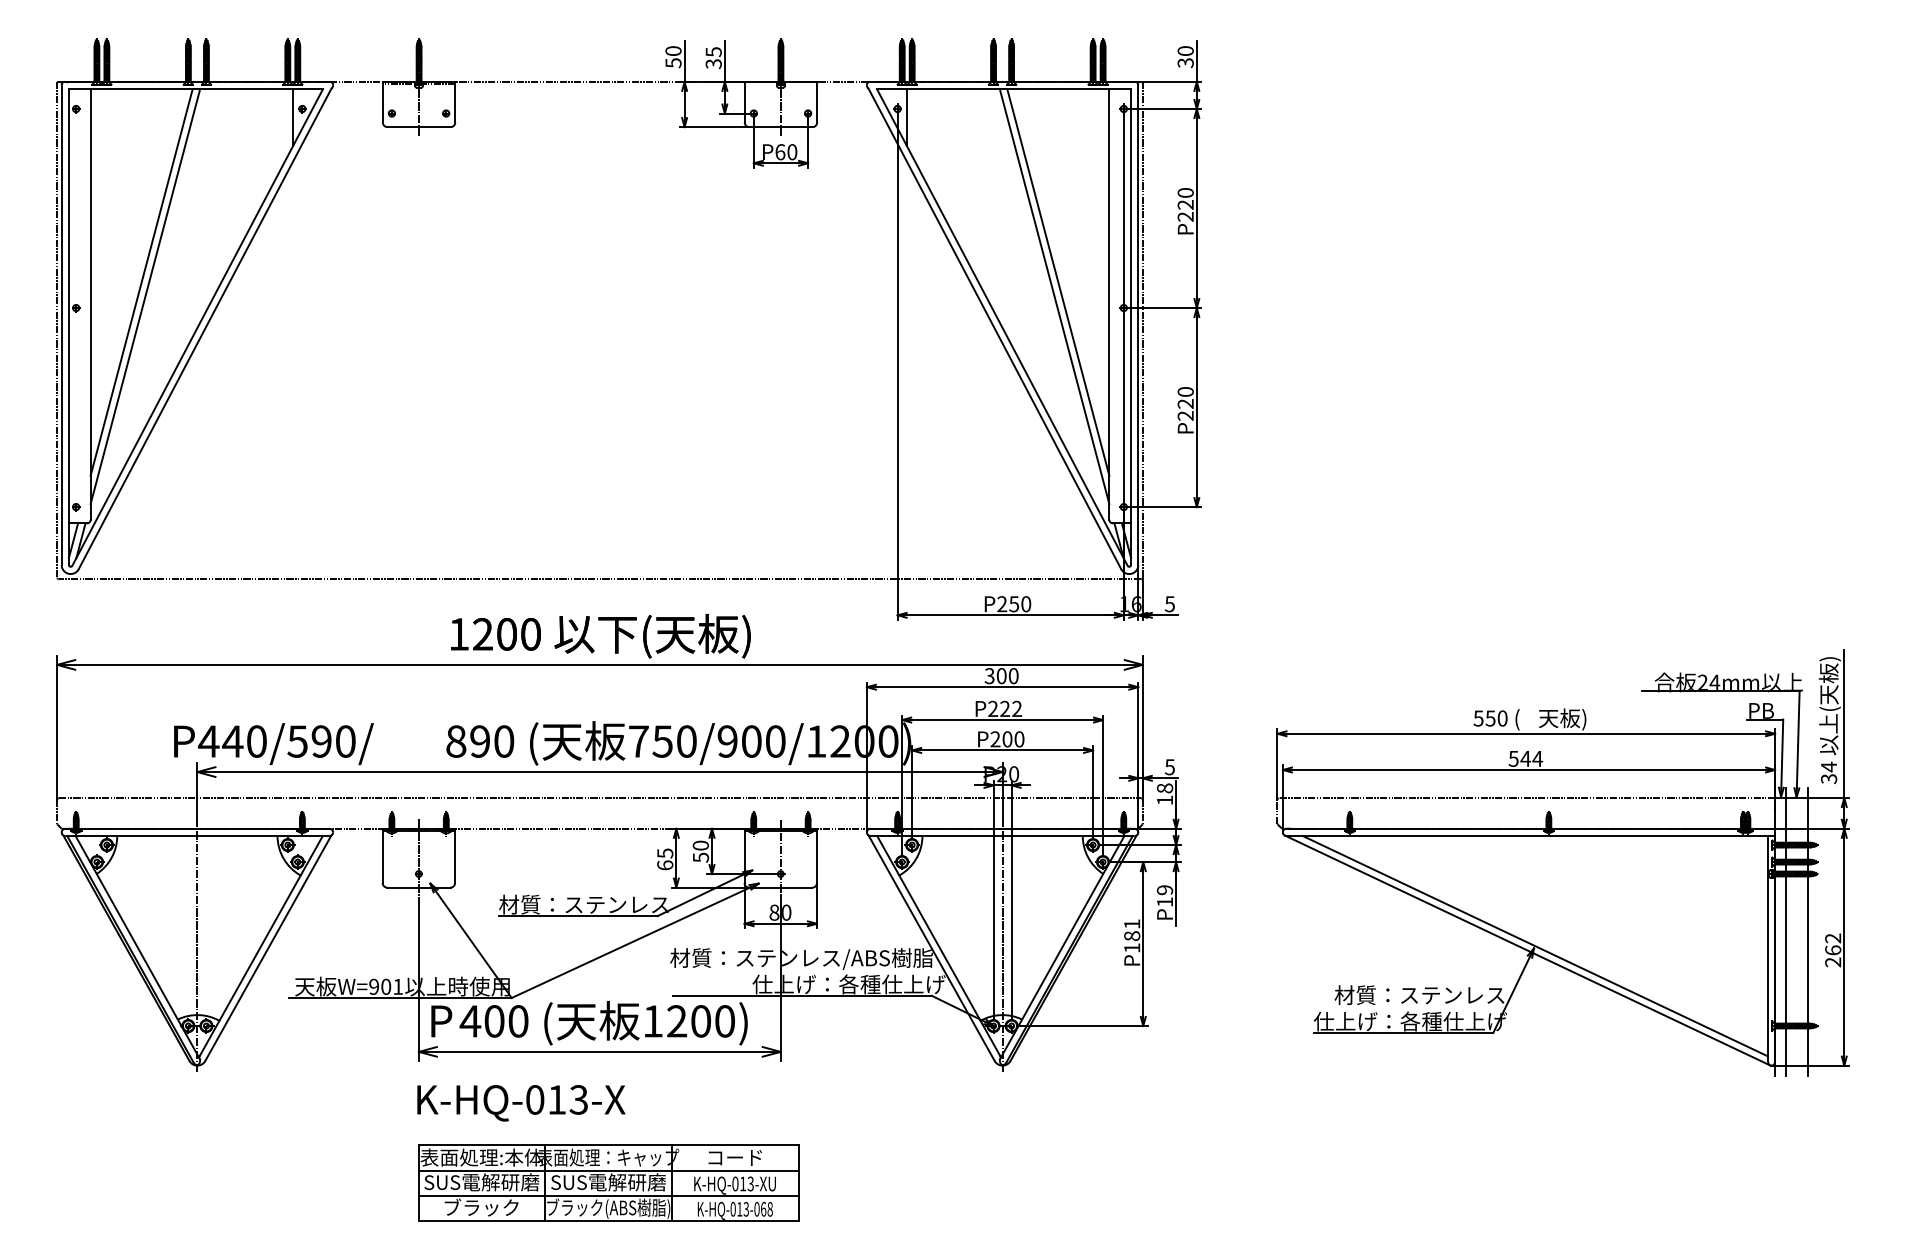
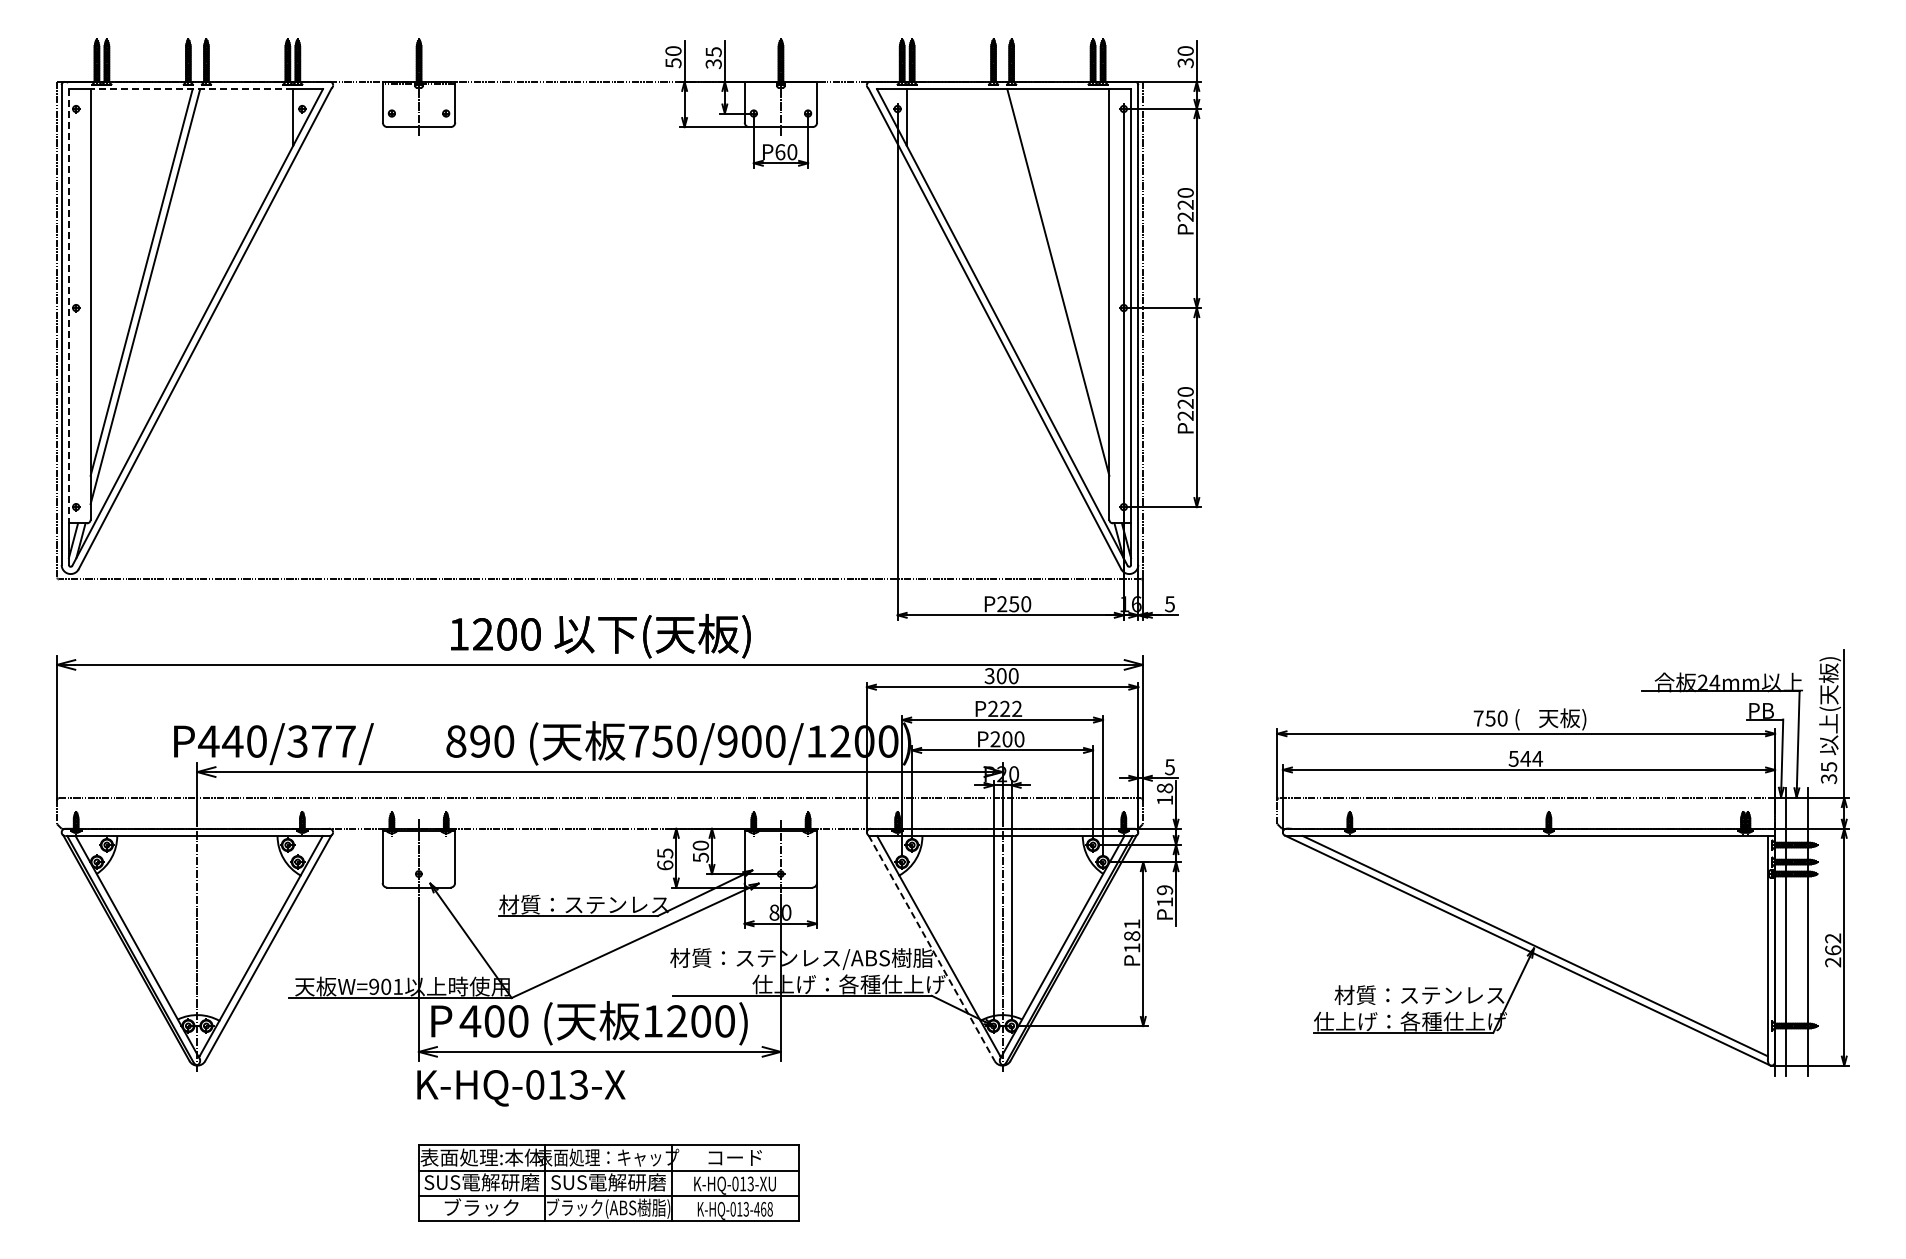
line at (191, 89): solid -> dashed
line at (1054, 296): present -> none
line at (68, 306): solid -> dashed
text at (1478, 718): 550 -> 750
text at (321, 741): P440/590/ -> P440/377/
text at (1829, 766): 34 -> 35
line at (931, 948): solid -> dashed
text at (521, 1103) position: (521, 1103) -> (521, 1088)
text at (756, 1209): K-HQ-013-068 -> K-HQ-013-468
